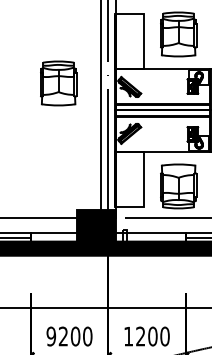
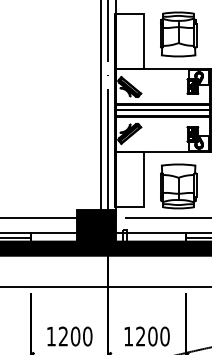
part at (58, 83): present -> none
line at (105, 308) position: (105, 308) -> (105, 287)
text at (51, 336): 9200 -> 1200
